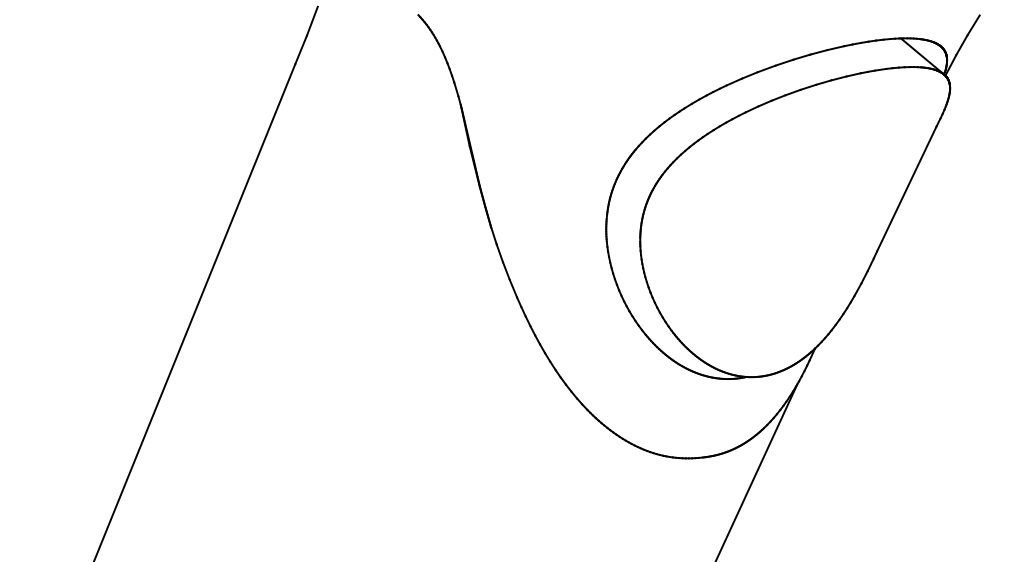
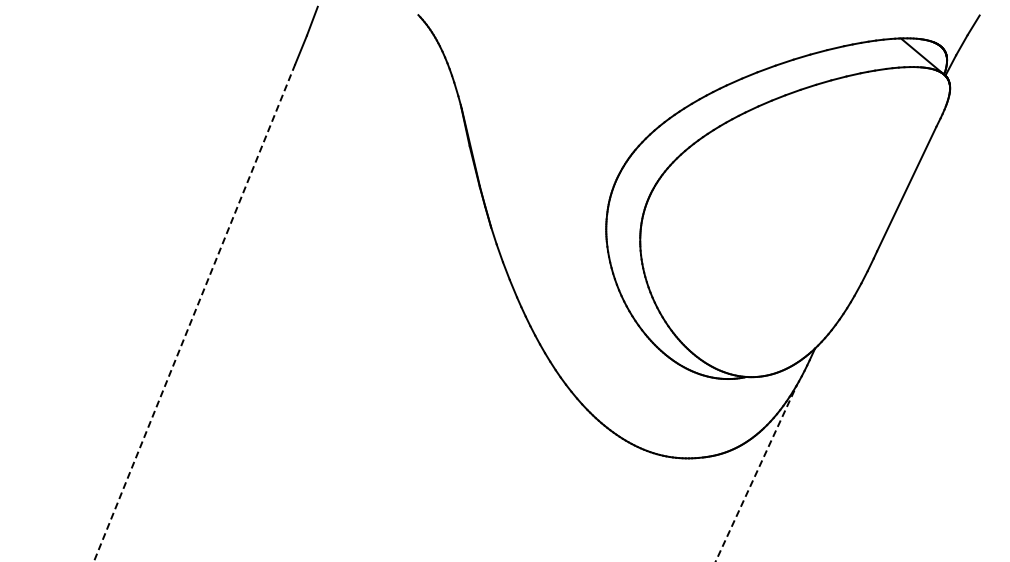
line at (194, 312): solid -> dashed
line at (756, 472): solid -> dashed
